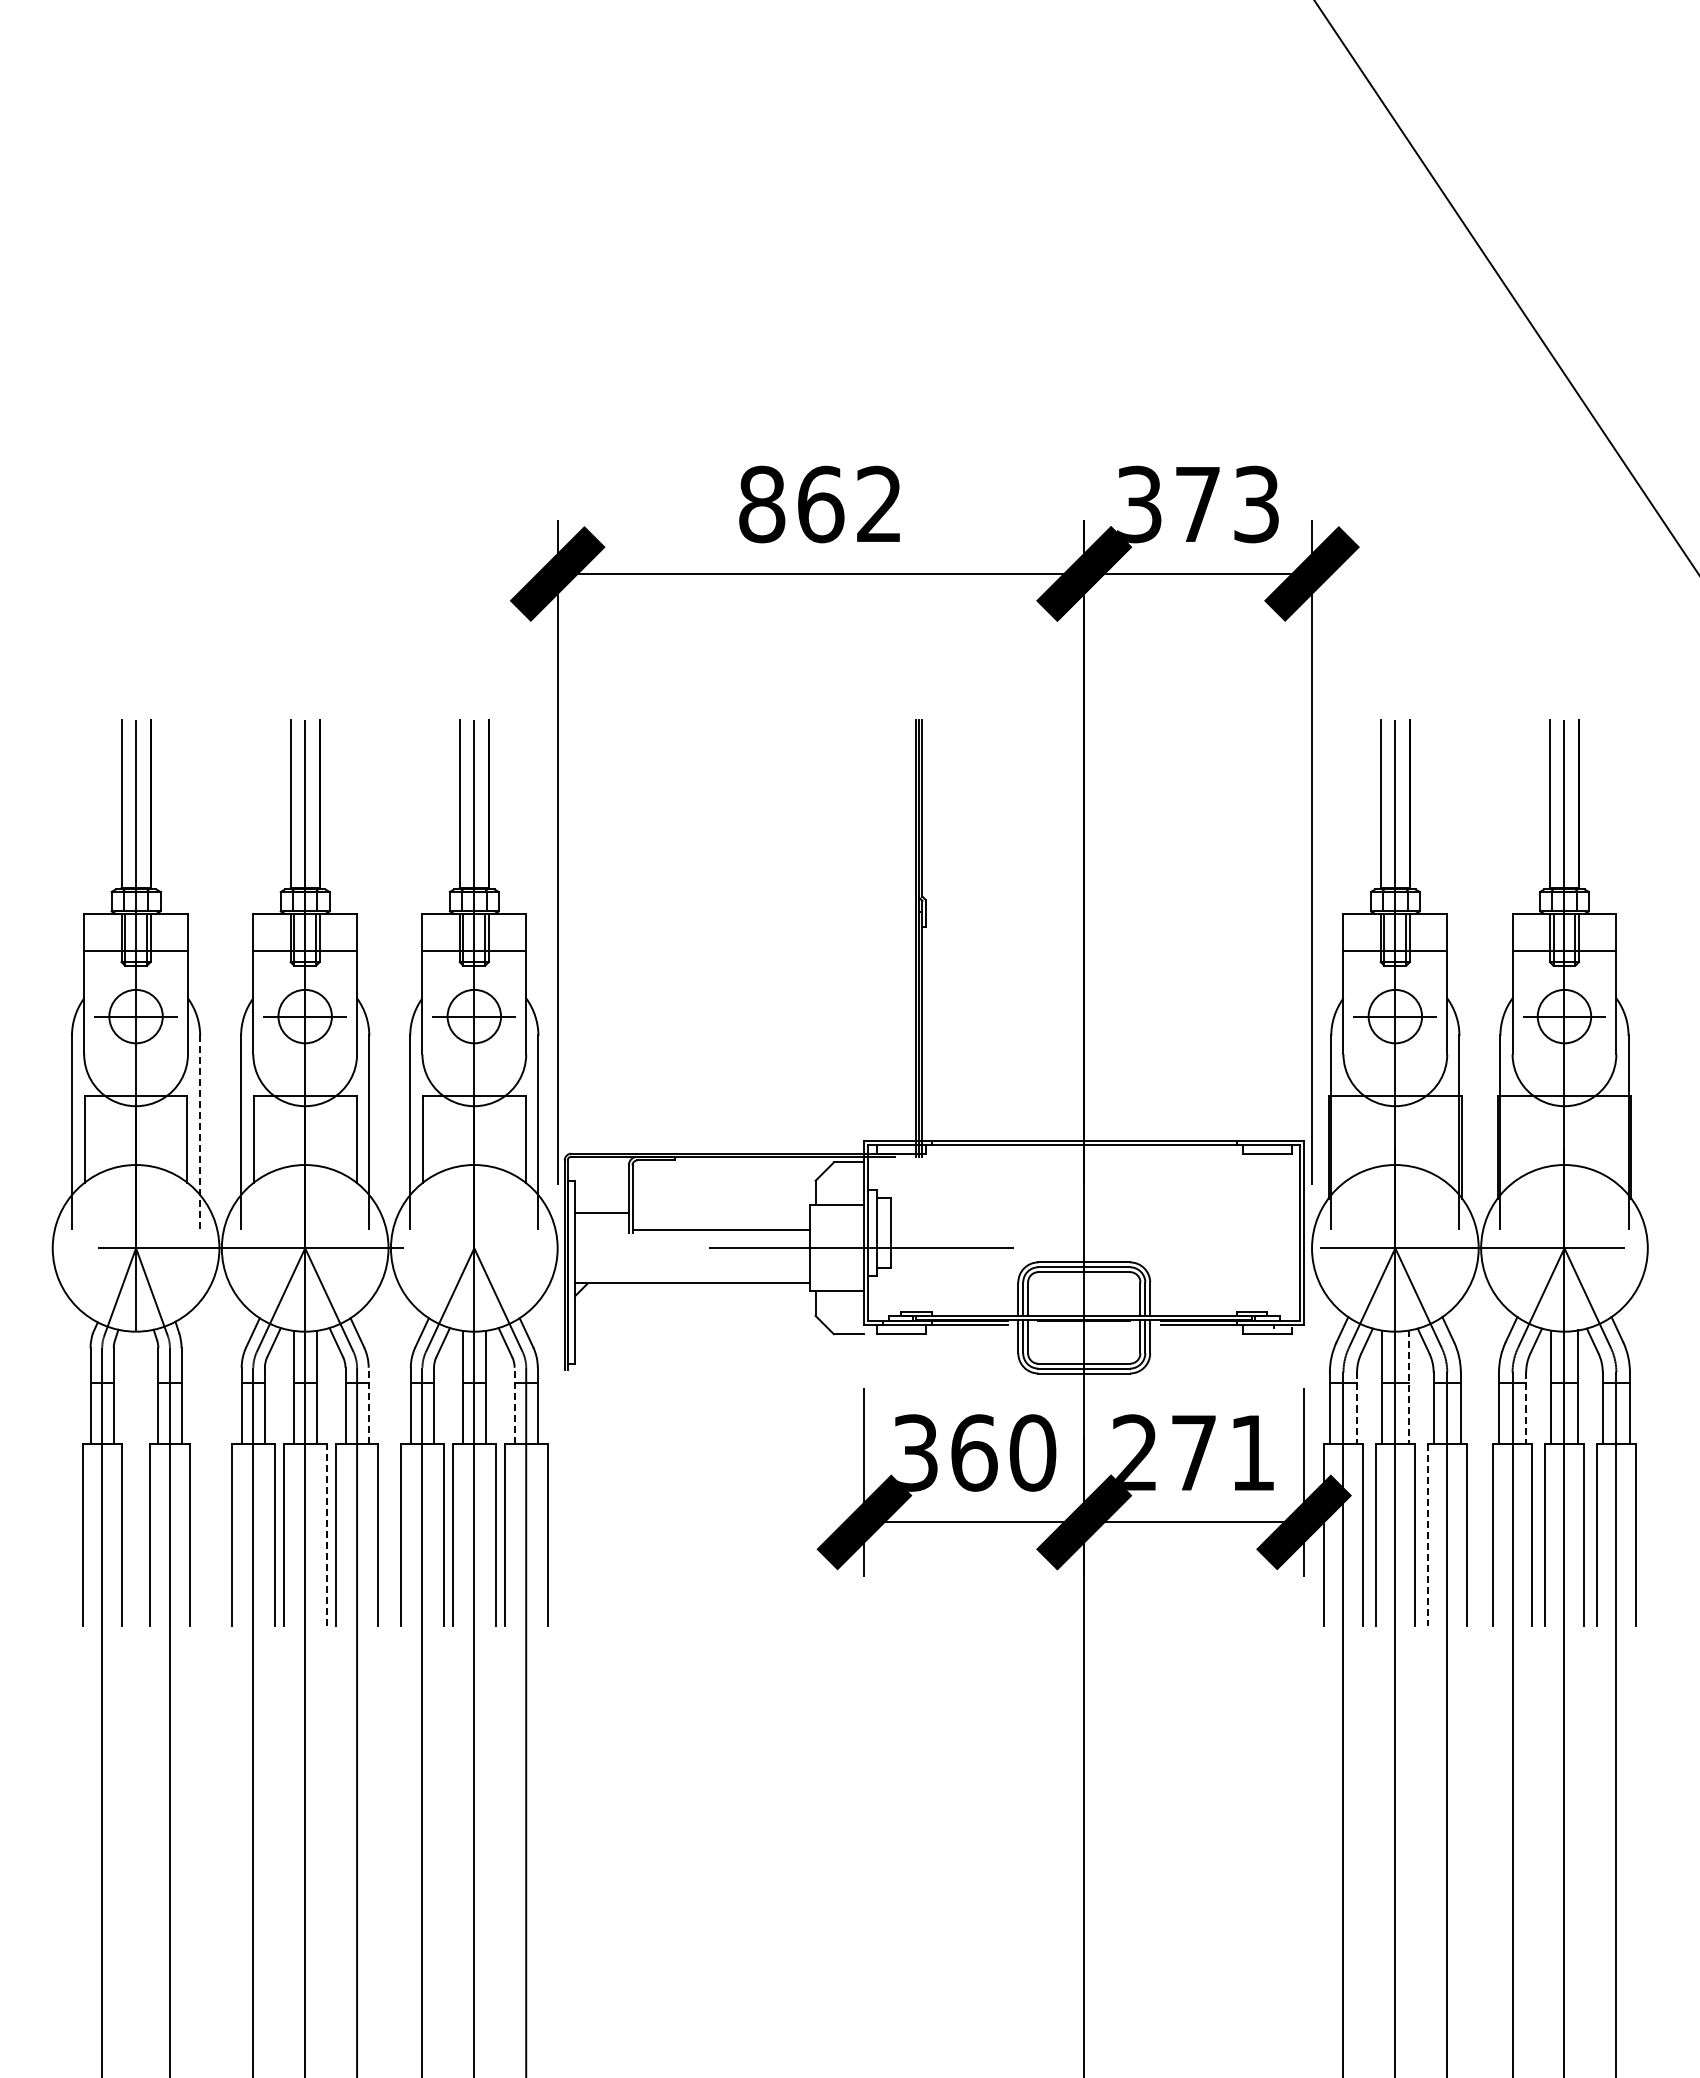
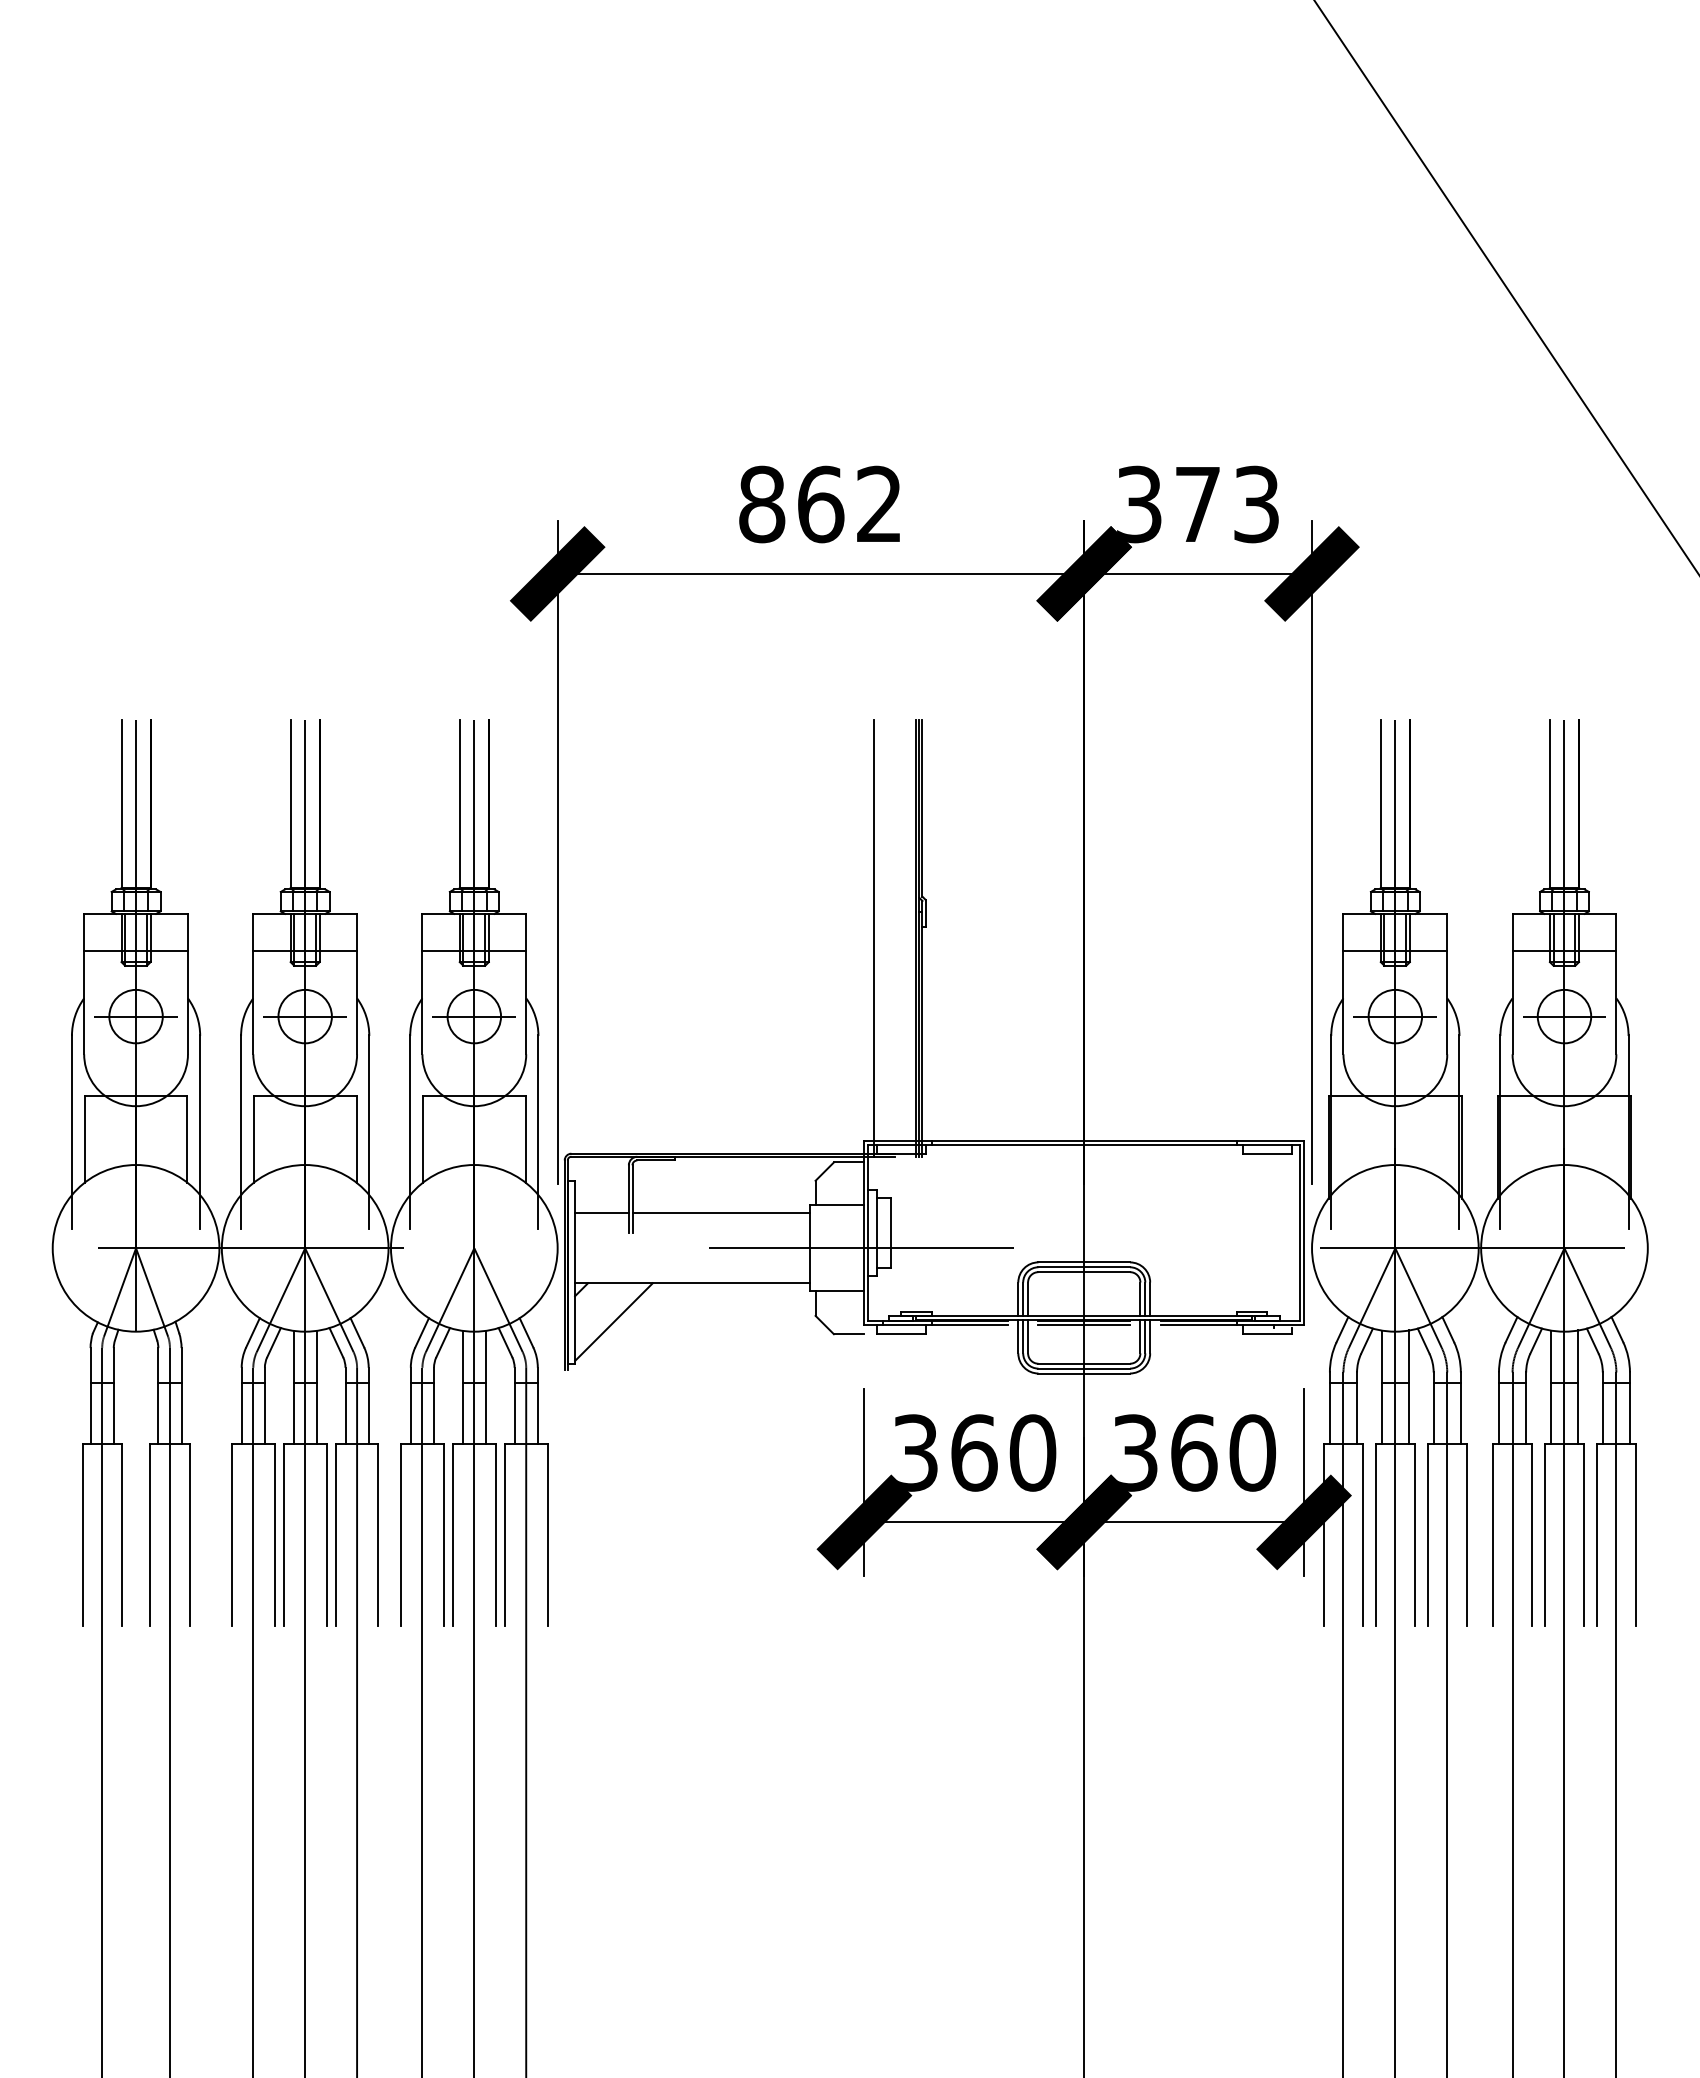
line at (873, 937): none -> present
line at (200, 1132): dashed -> solid
line at (720, 1230) position: (720, 1230) -> (720, 1213)
line at (613, 1321): none -> present
line at (1084, 1324): none -> present
line at (1409, 1386): dashed -> solid
line at (368, 1405): dashed -> solid
line at (514, 1405): dashed -> solid
line at (1357, 1408): dashed -> solid
line at (1526, 1408): dashed -> solid
text at (1194, 1452): 271 -> 360
line at (326, 1534): dashed -> solid
line at (1427, 1534): dashed -> solid
